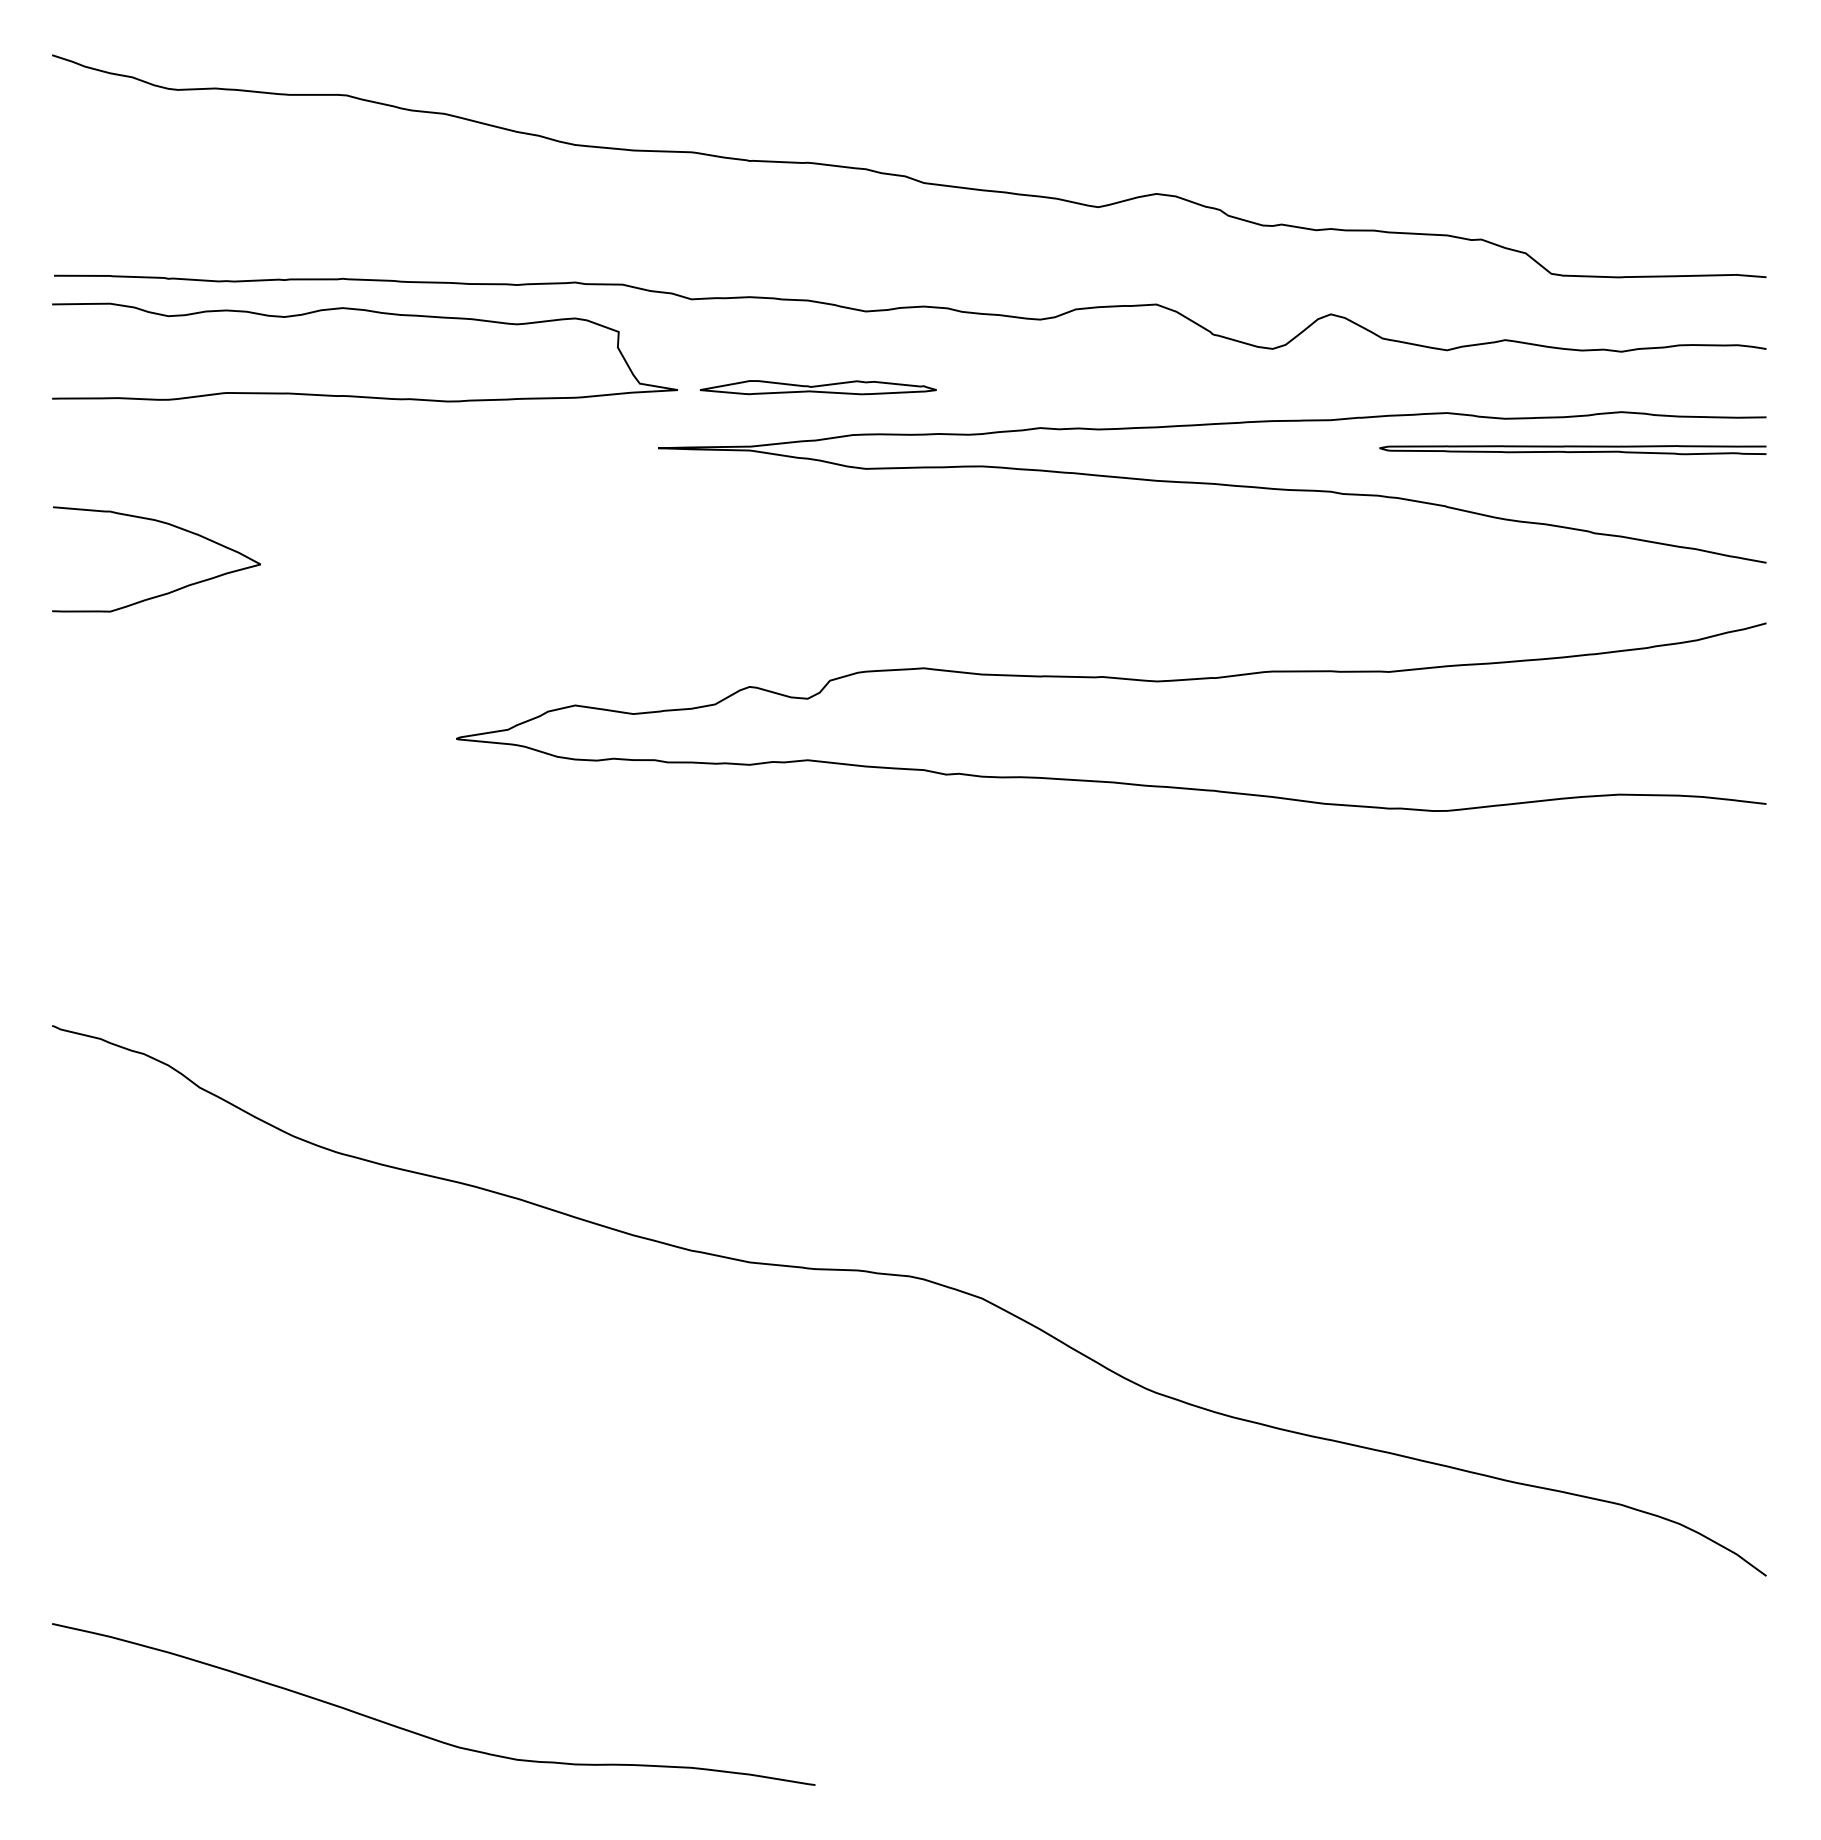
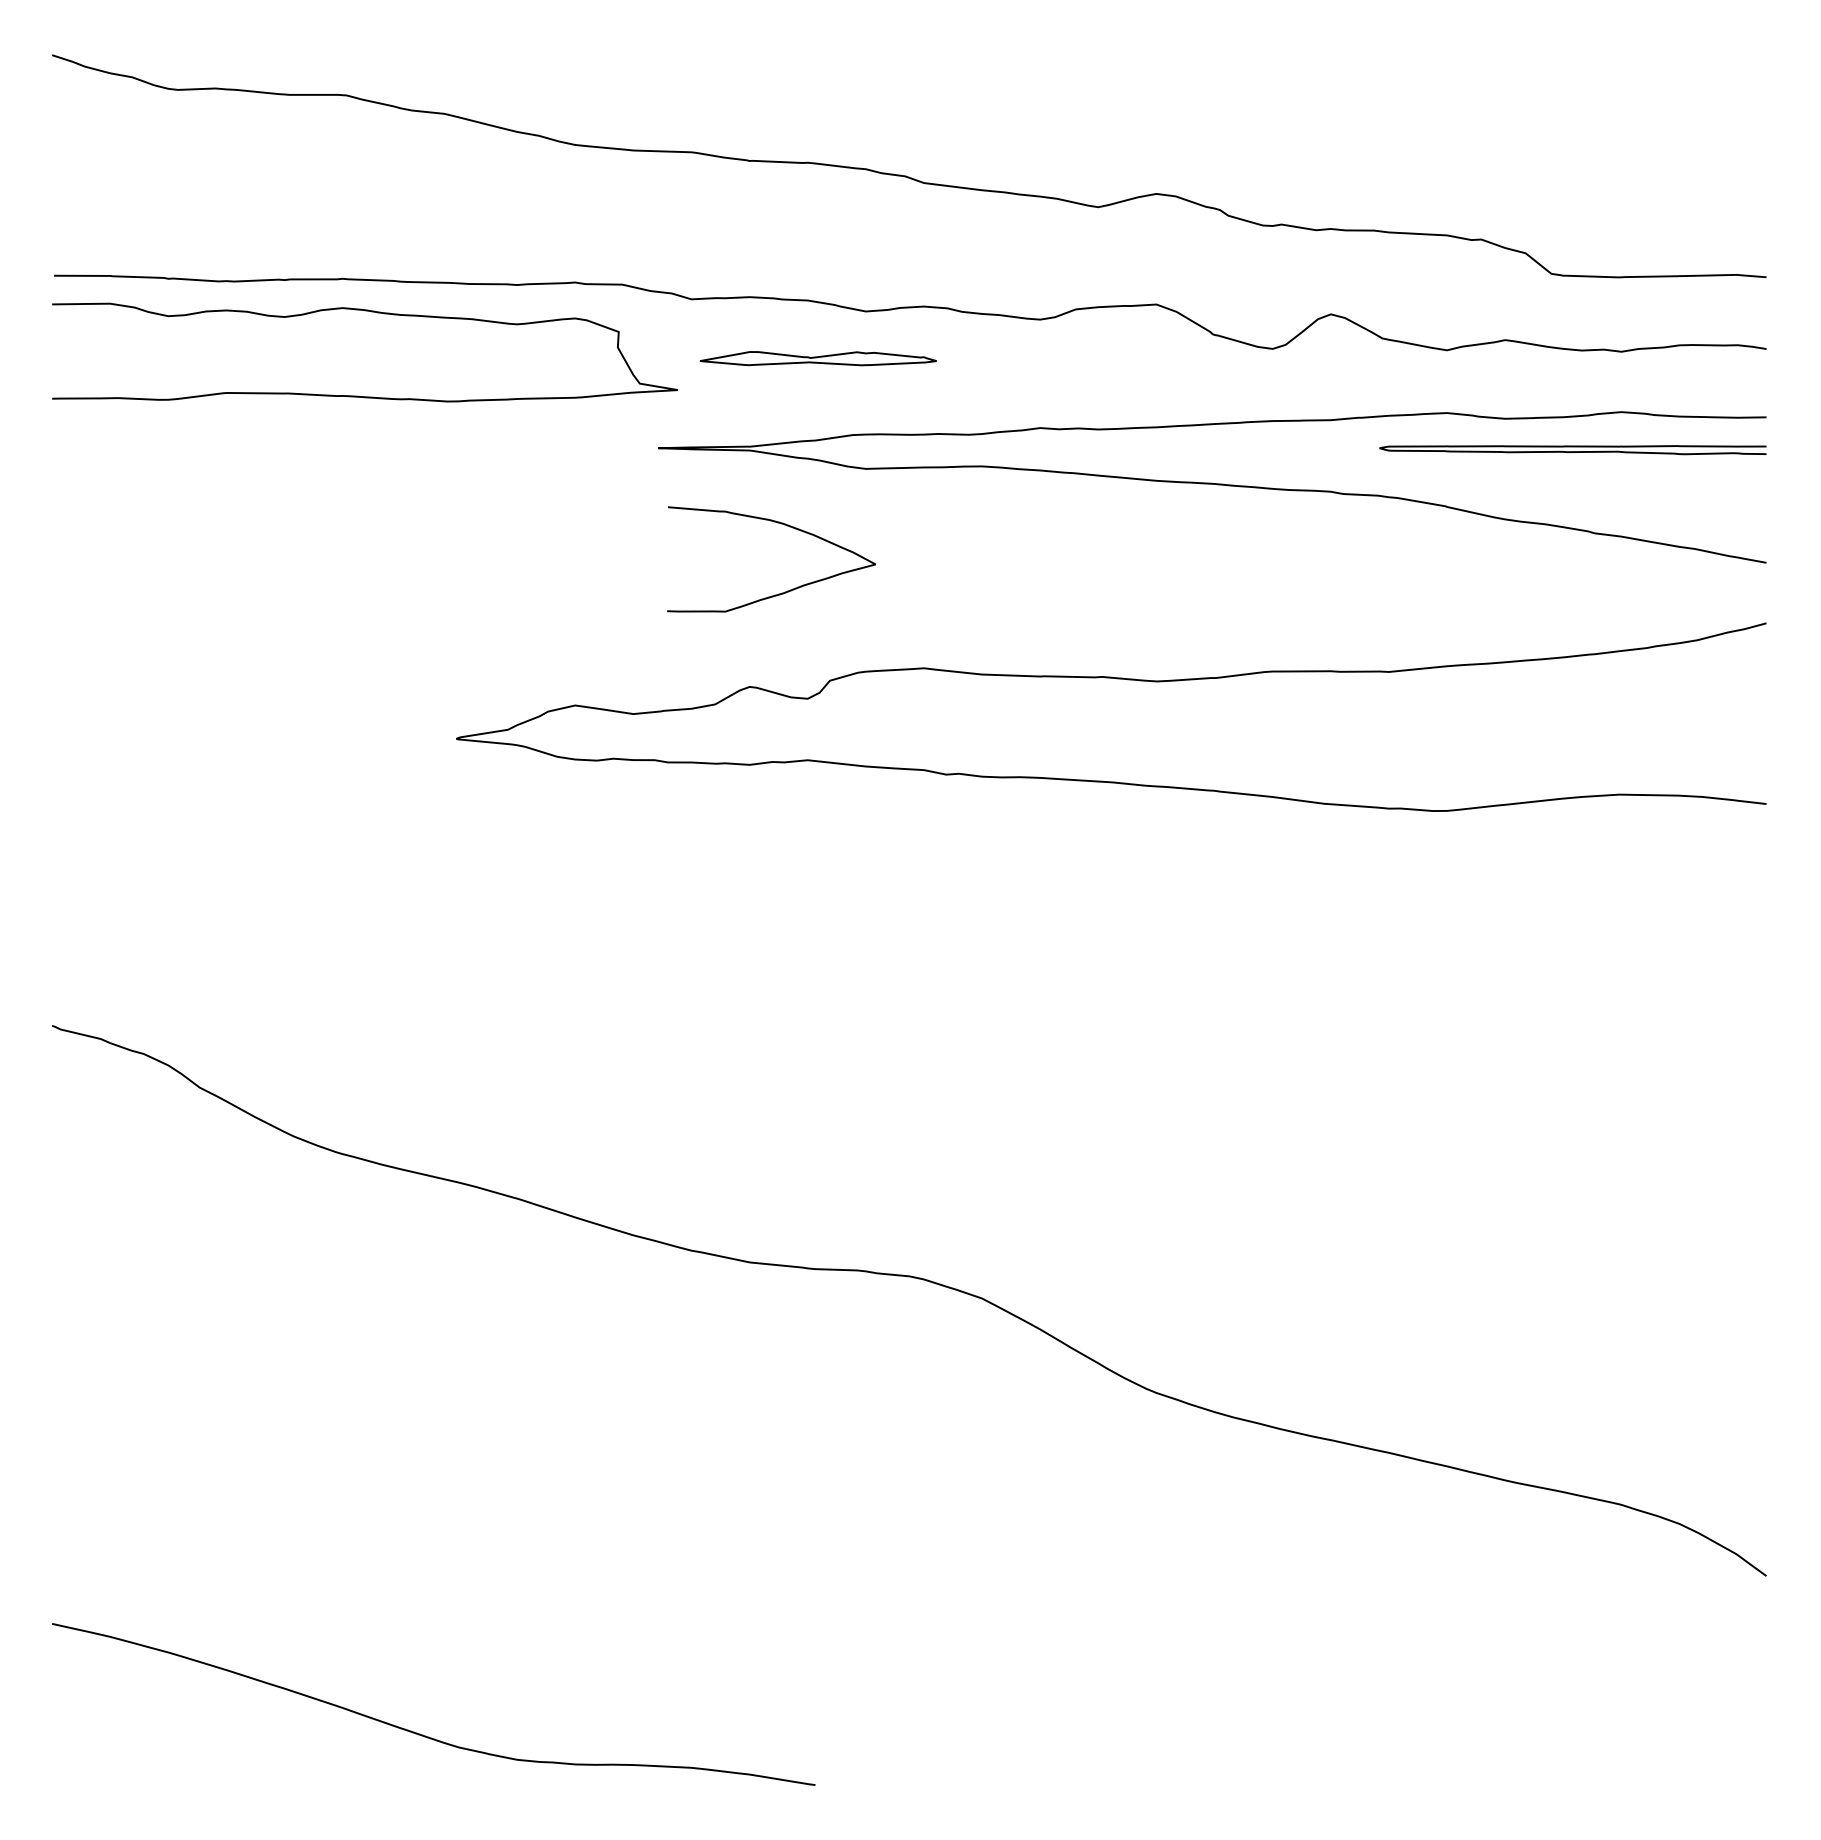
part at (817, 387) position: (817, 387) -> (817, 358)
curve at (163, 593) position: (163, 593) -> (778, 593)
